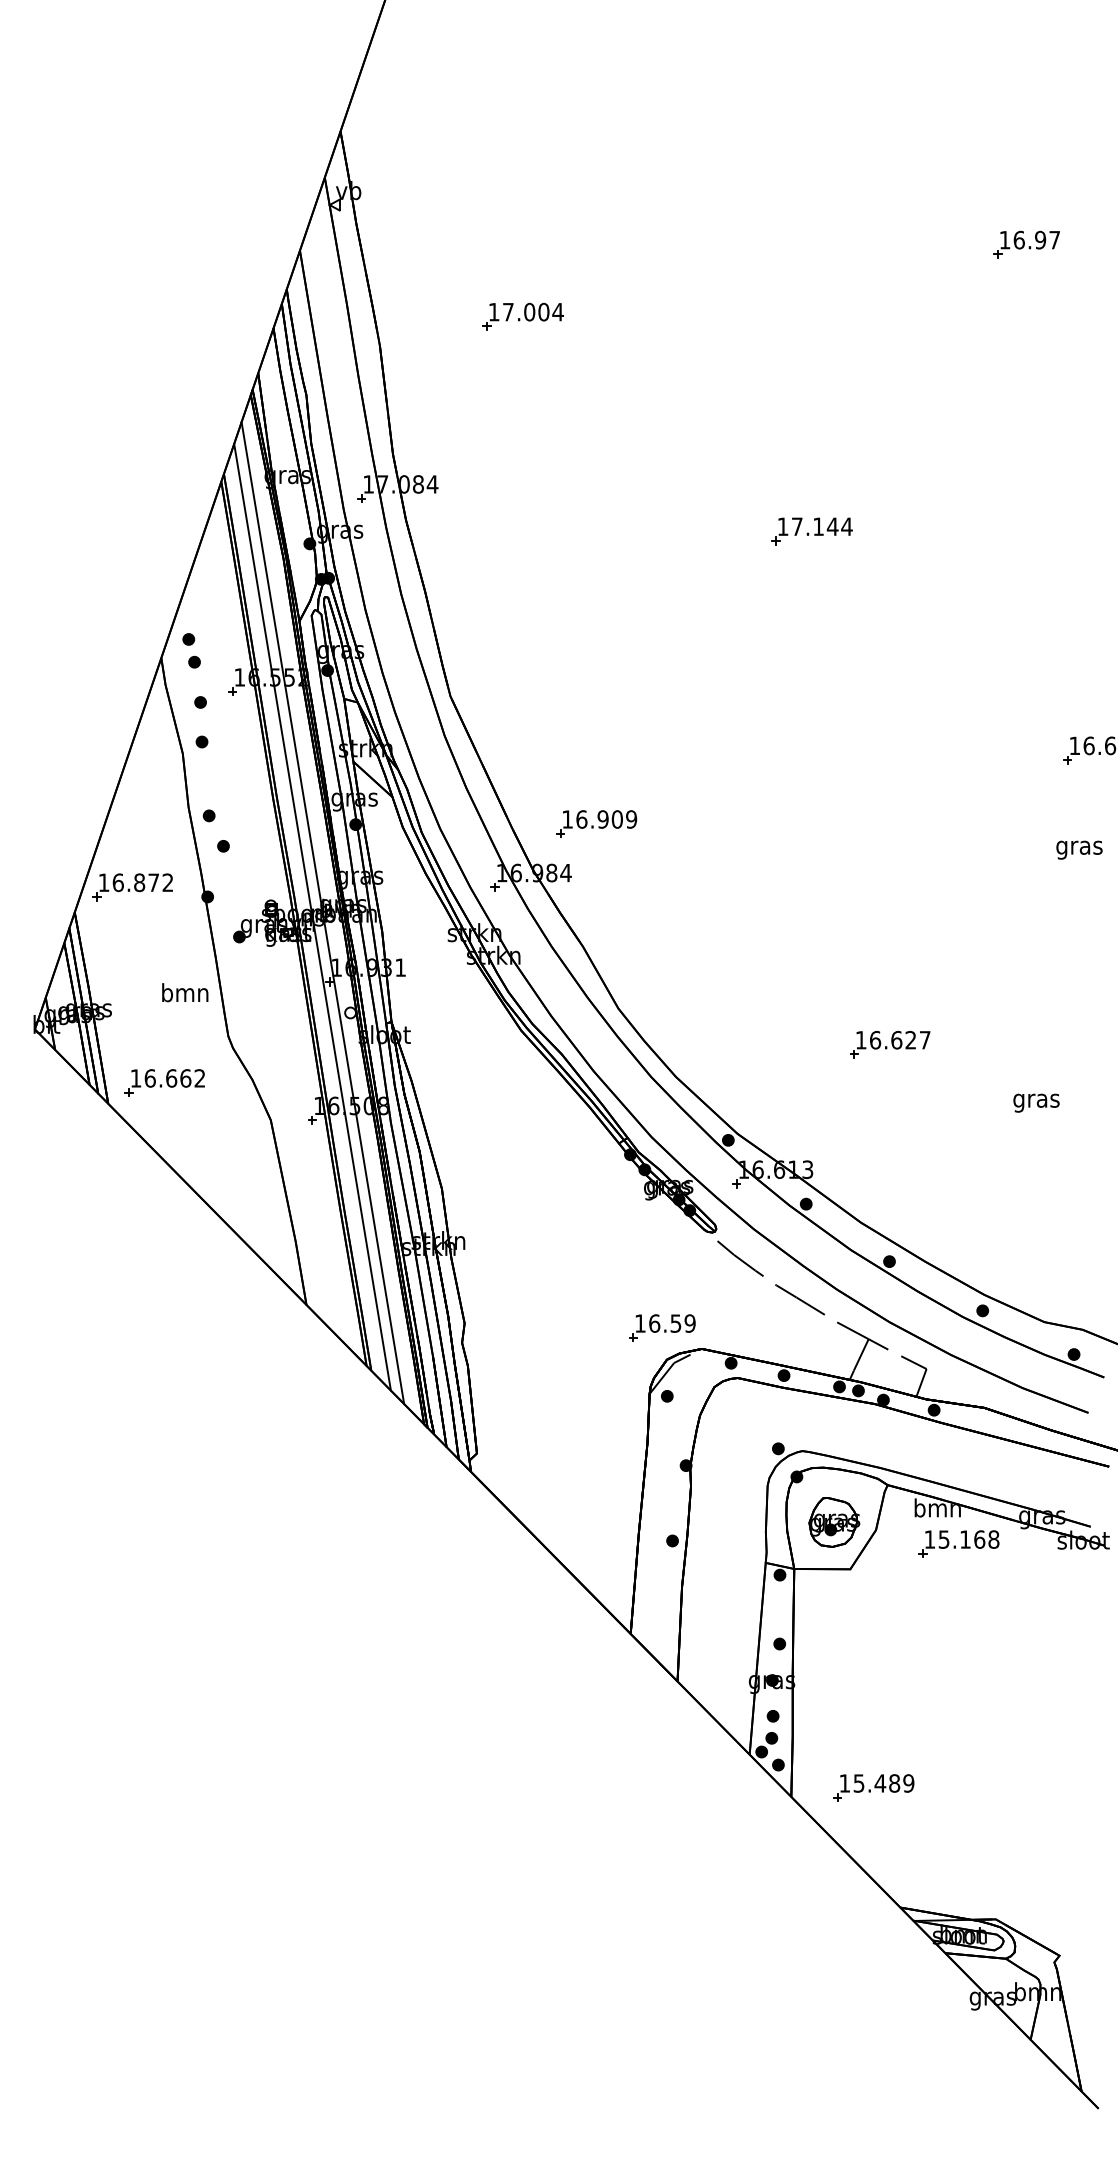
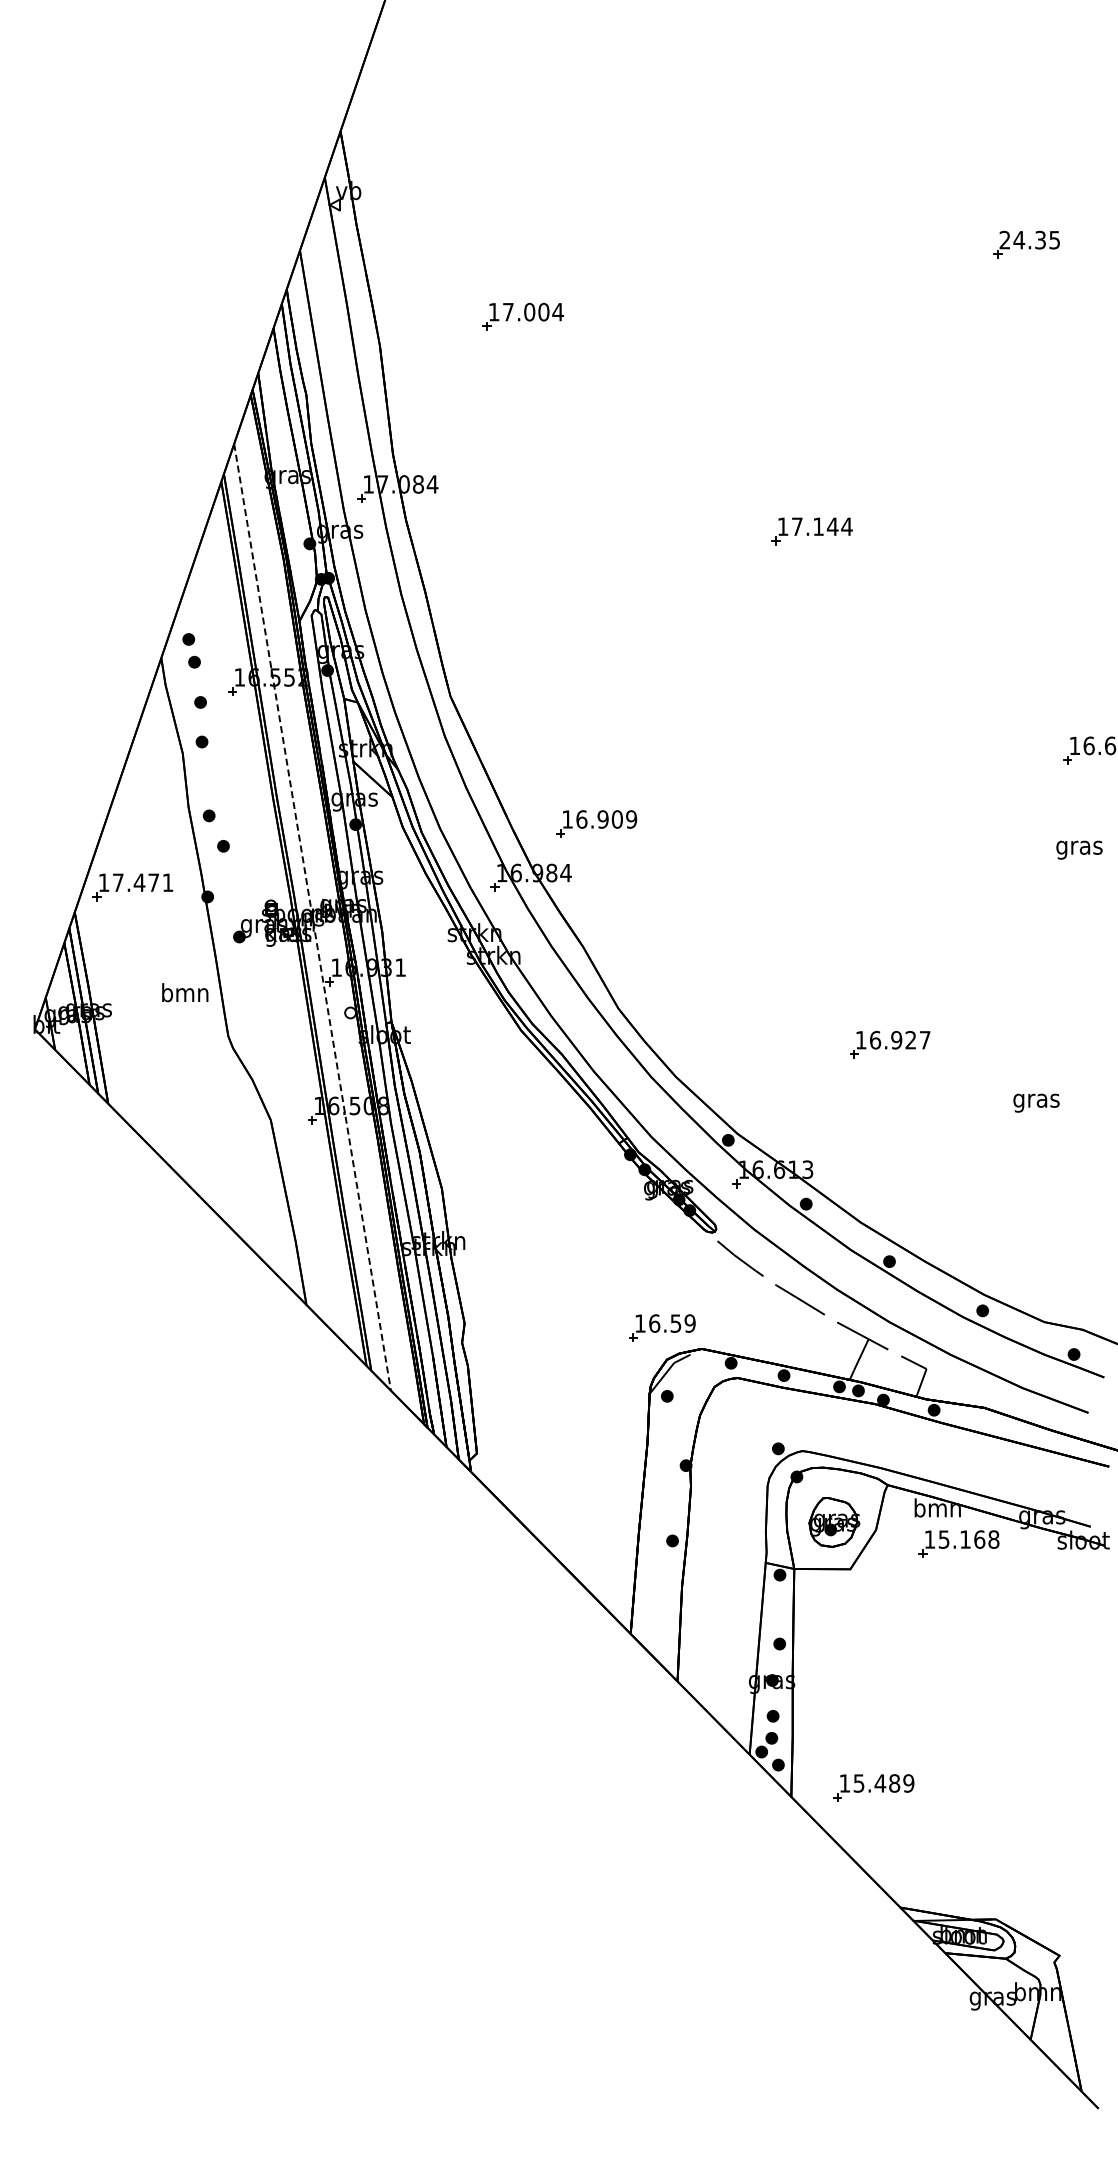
text at (1029, 239): 16.97 -> 24.35
text at (142, 882): 16.872 -> 17.471
line at (322, 913): present -> none
line at (312, 917): solid -> dashed
text at (896, 1039): 16.627 -> 16.927
part at (164, 1082): present -> none
